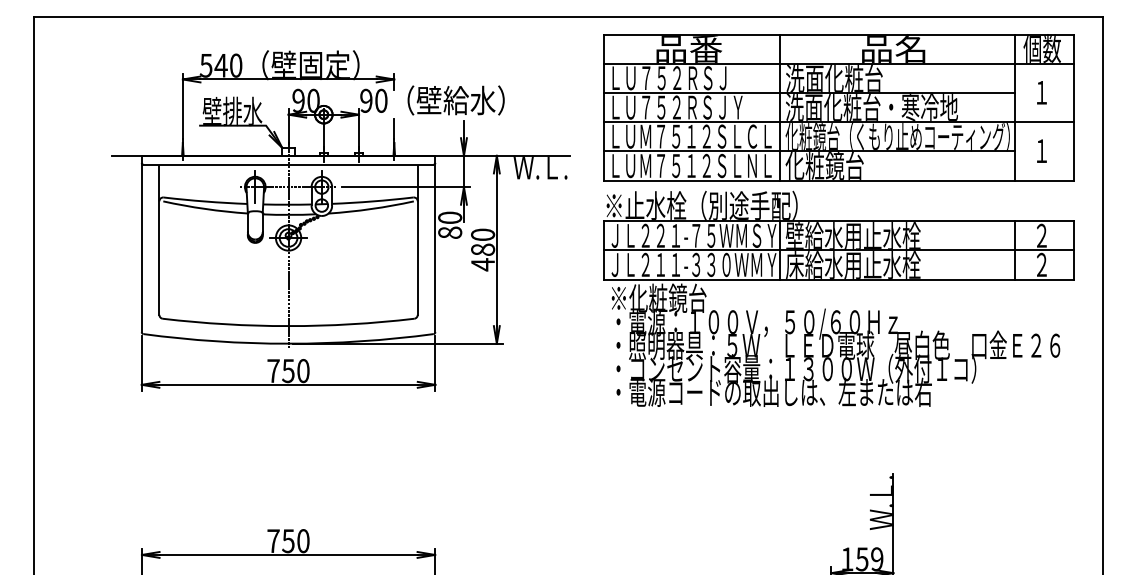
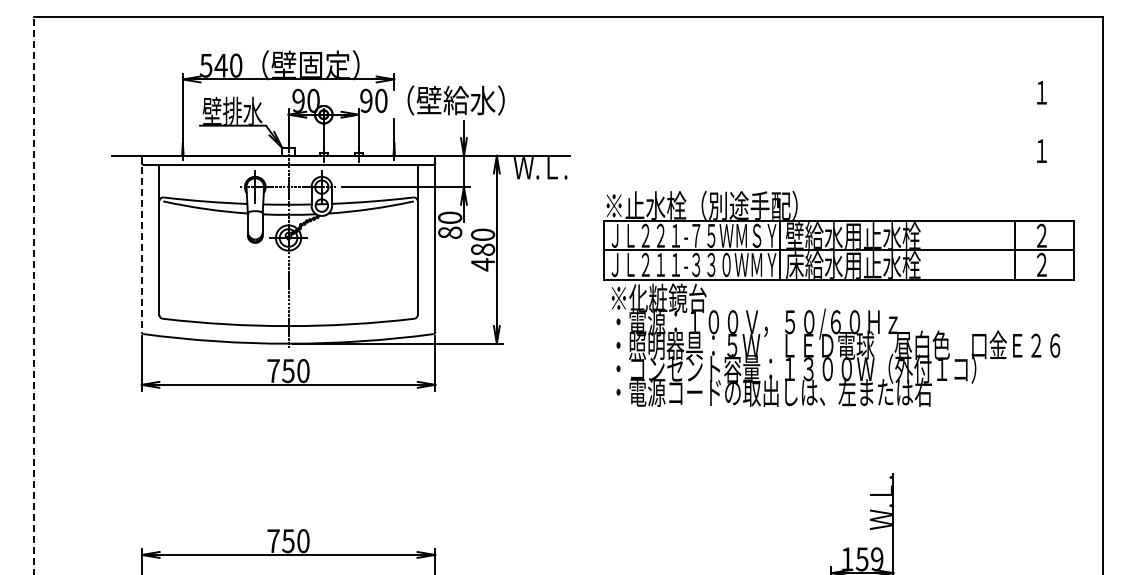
part at (838, 107): present -> none
line at (141, 244): solid -> dashed
line at (34, 295): solid -> dashed
